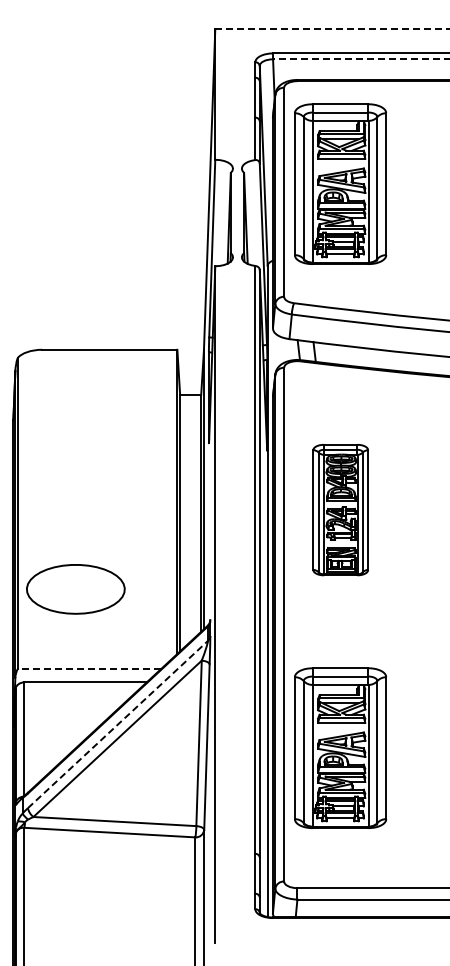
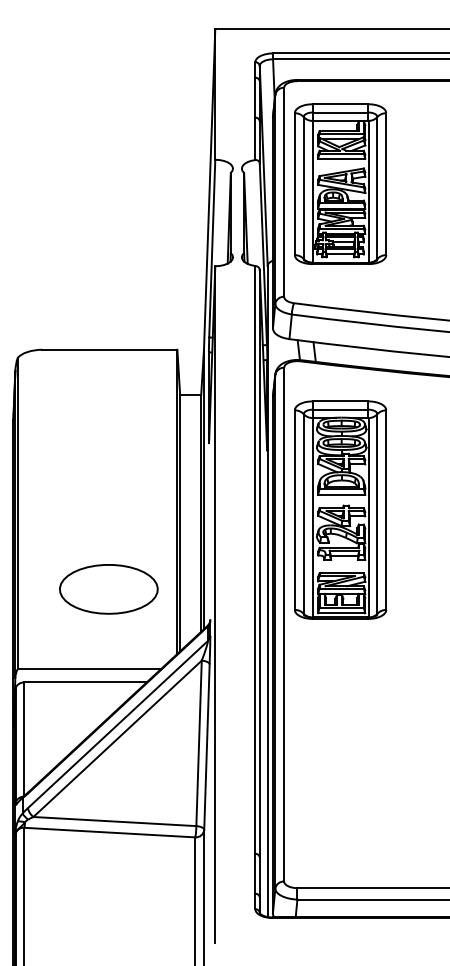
line at (332, 28): dashed -> solid
line at (360, 59): dashed -> solid
part at (340, 510) size: 57x133 px -> 94x220 px
part at (75, 589) position: (75, 589) -> (108, 589)
line at (89, 669): dashed -> solid
line at (117, 724): dashed -> solid
part at (340, 747): present -> none
